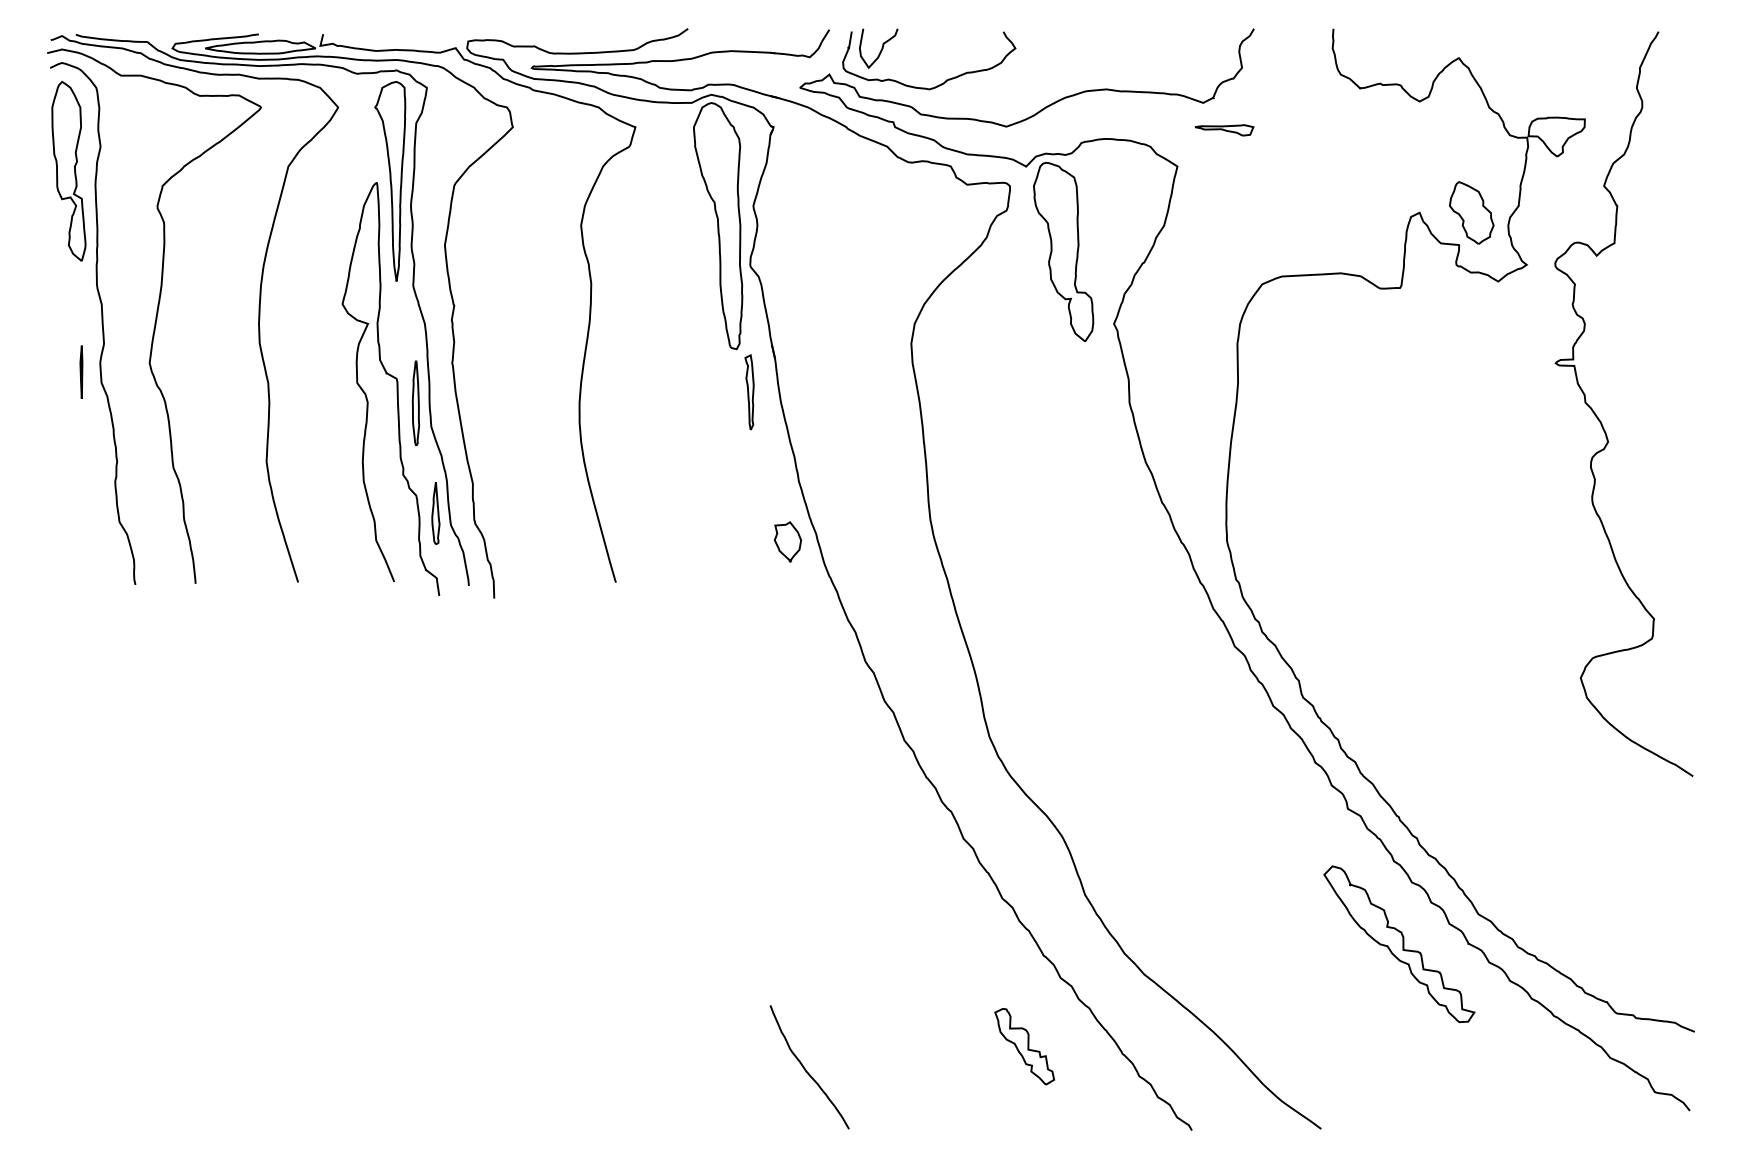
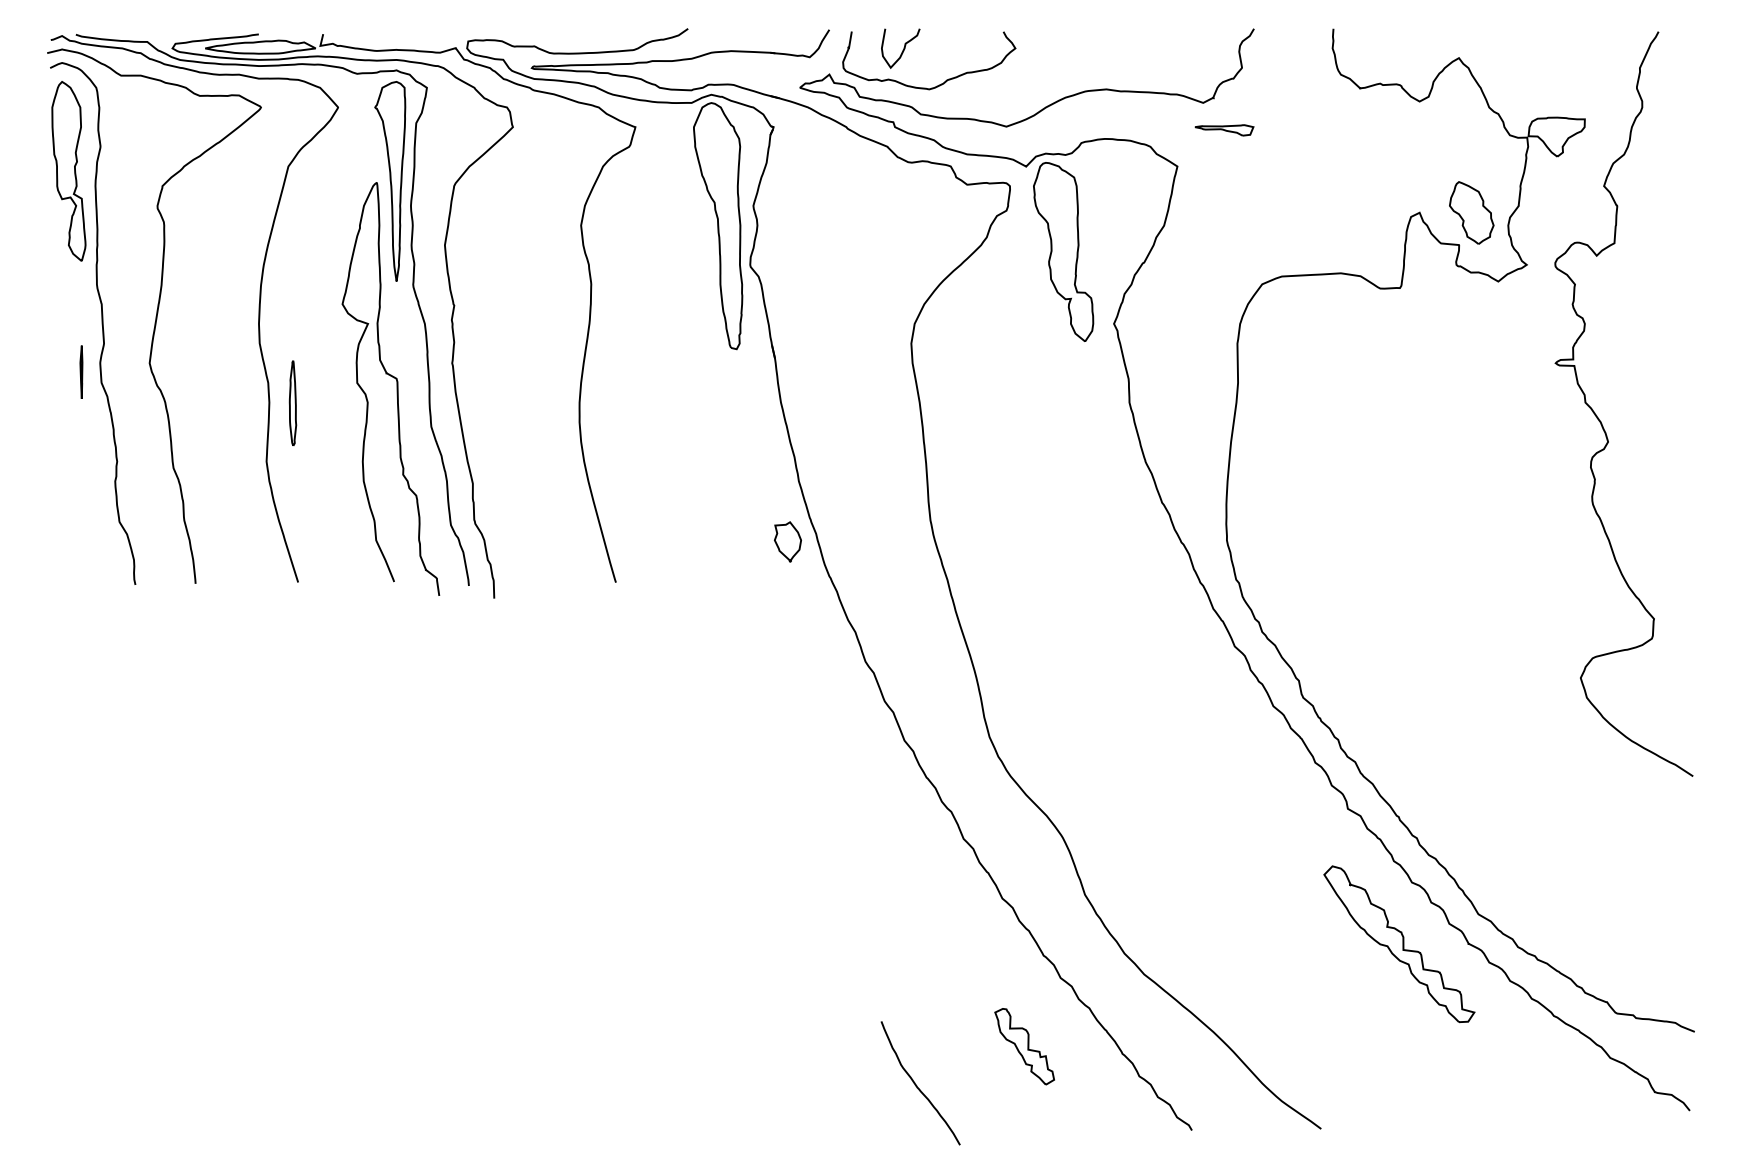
curve at (880, 50) position: (880, 50) -> (902, 50)
part at (749, 392): present -> none
part at (415, 402) position: (415, 402) -> (292, 402)
part at (435, 513): present -> none
curve at (806, 1069) position: (806, 1069) -> (917, 1085)
